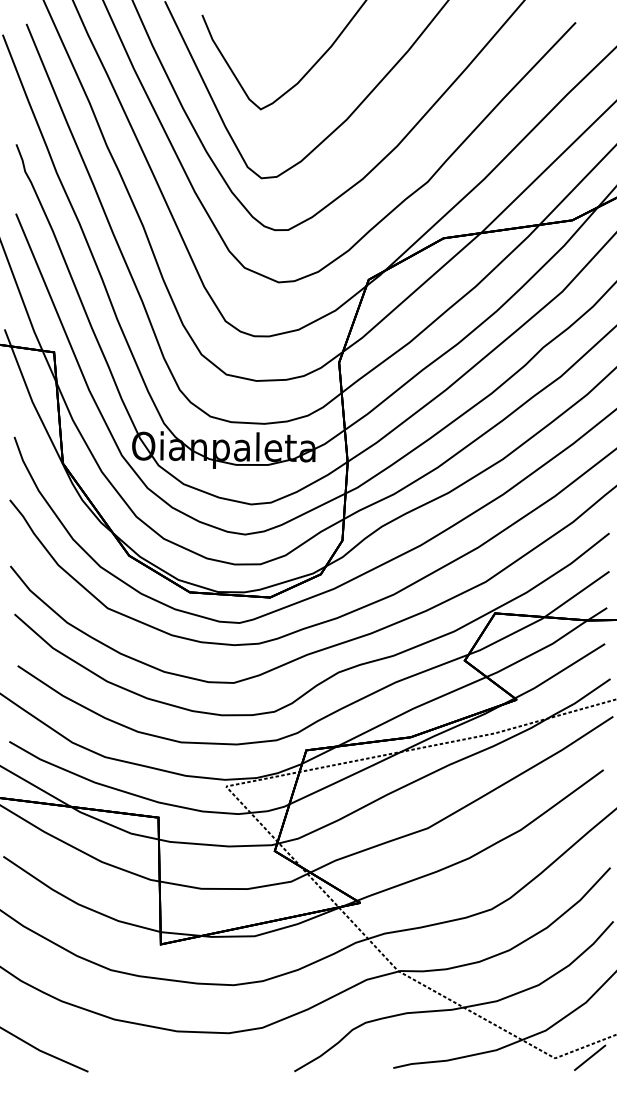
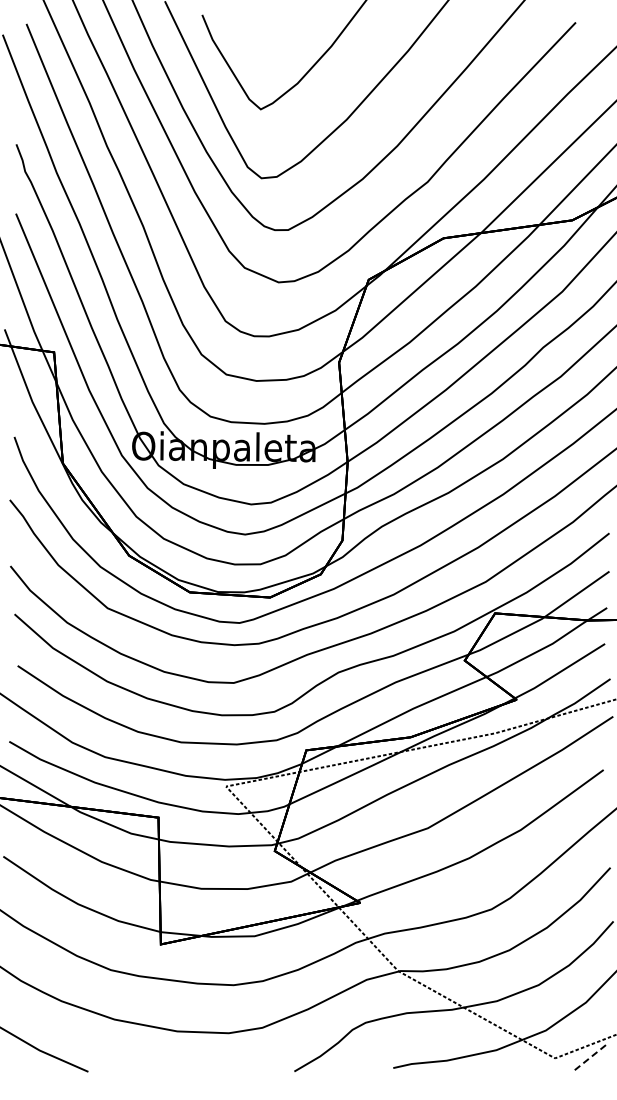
line at (589, 1058): solid -> dashed
